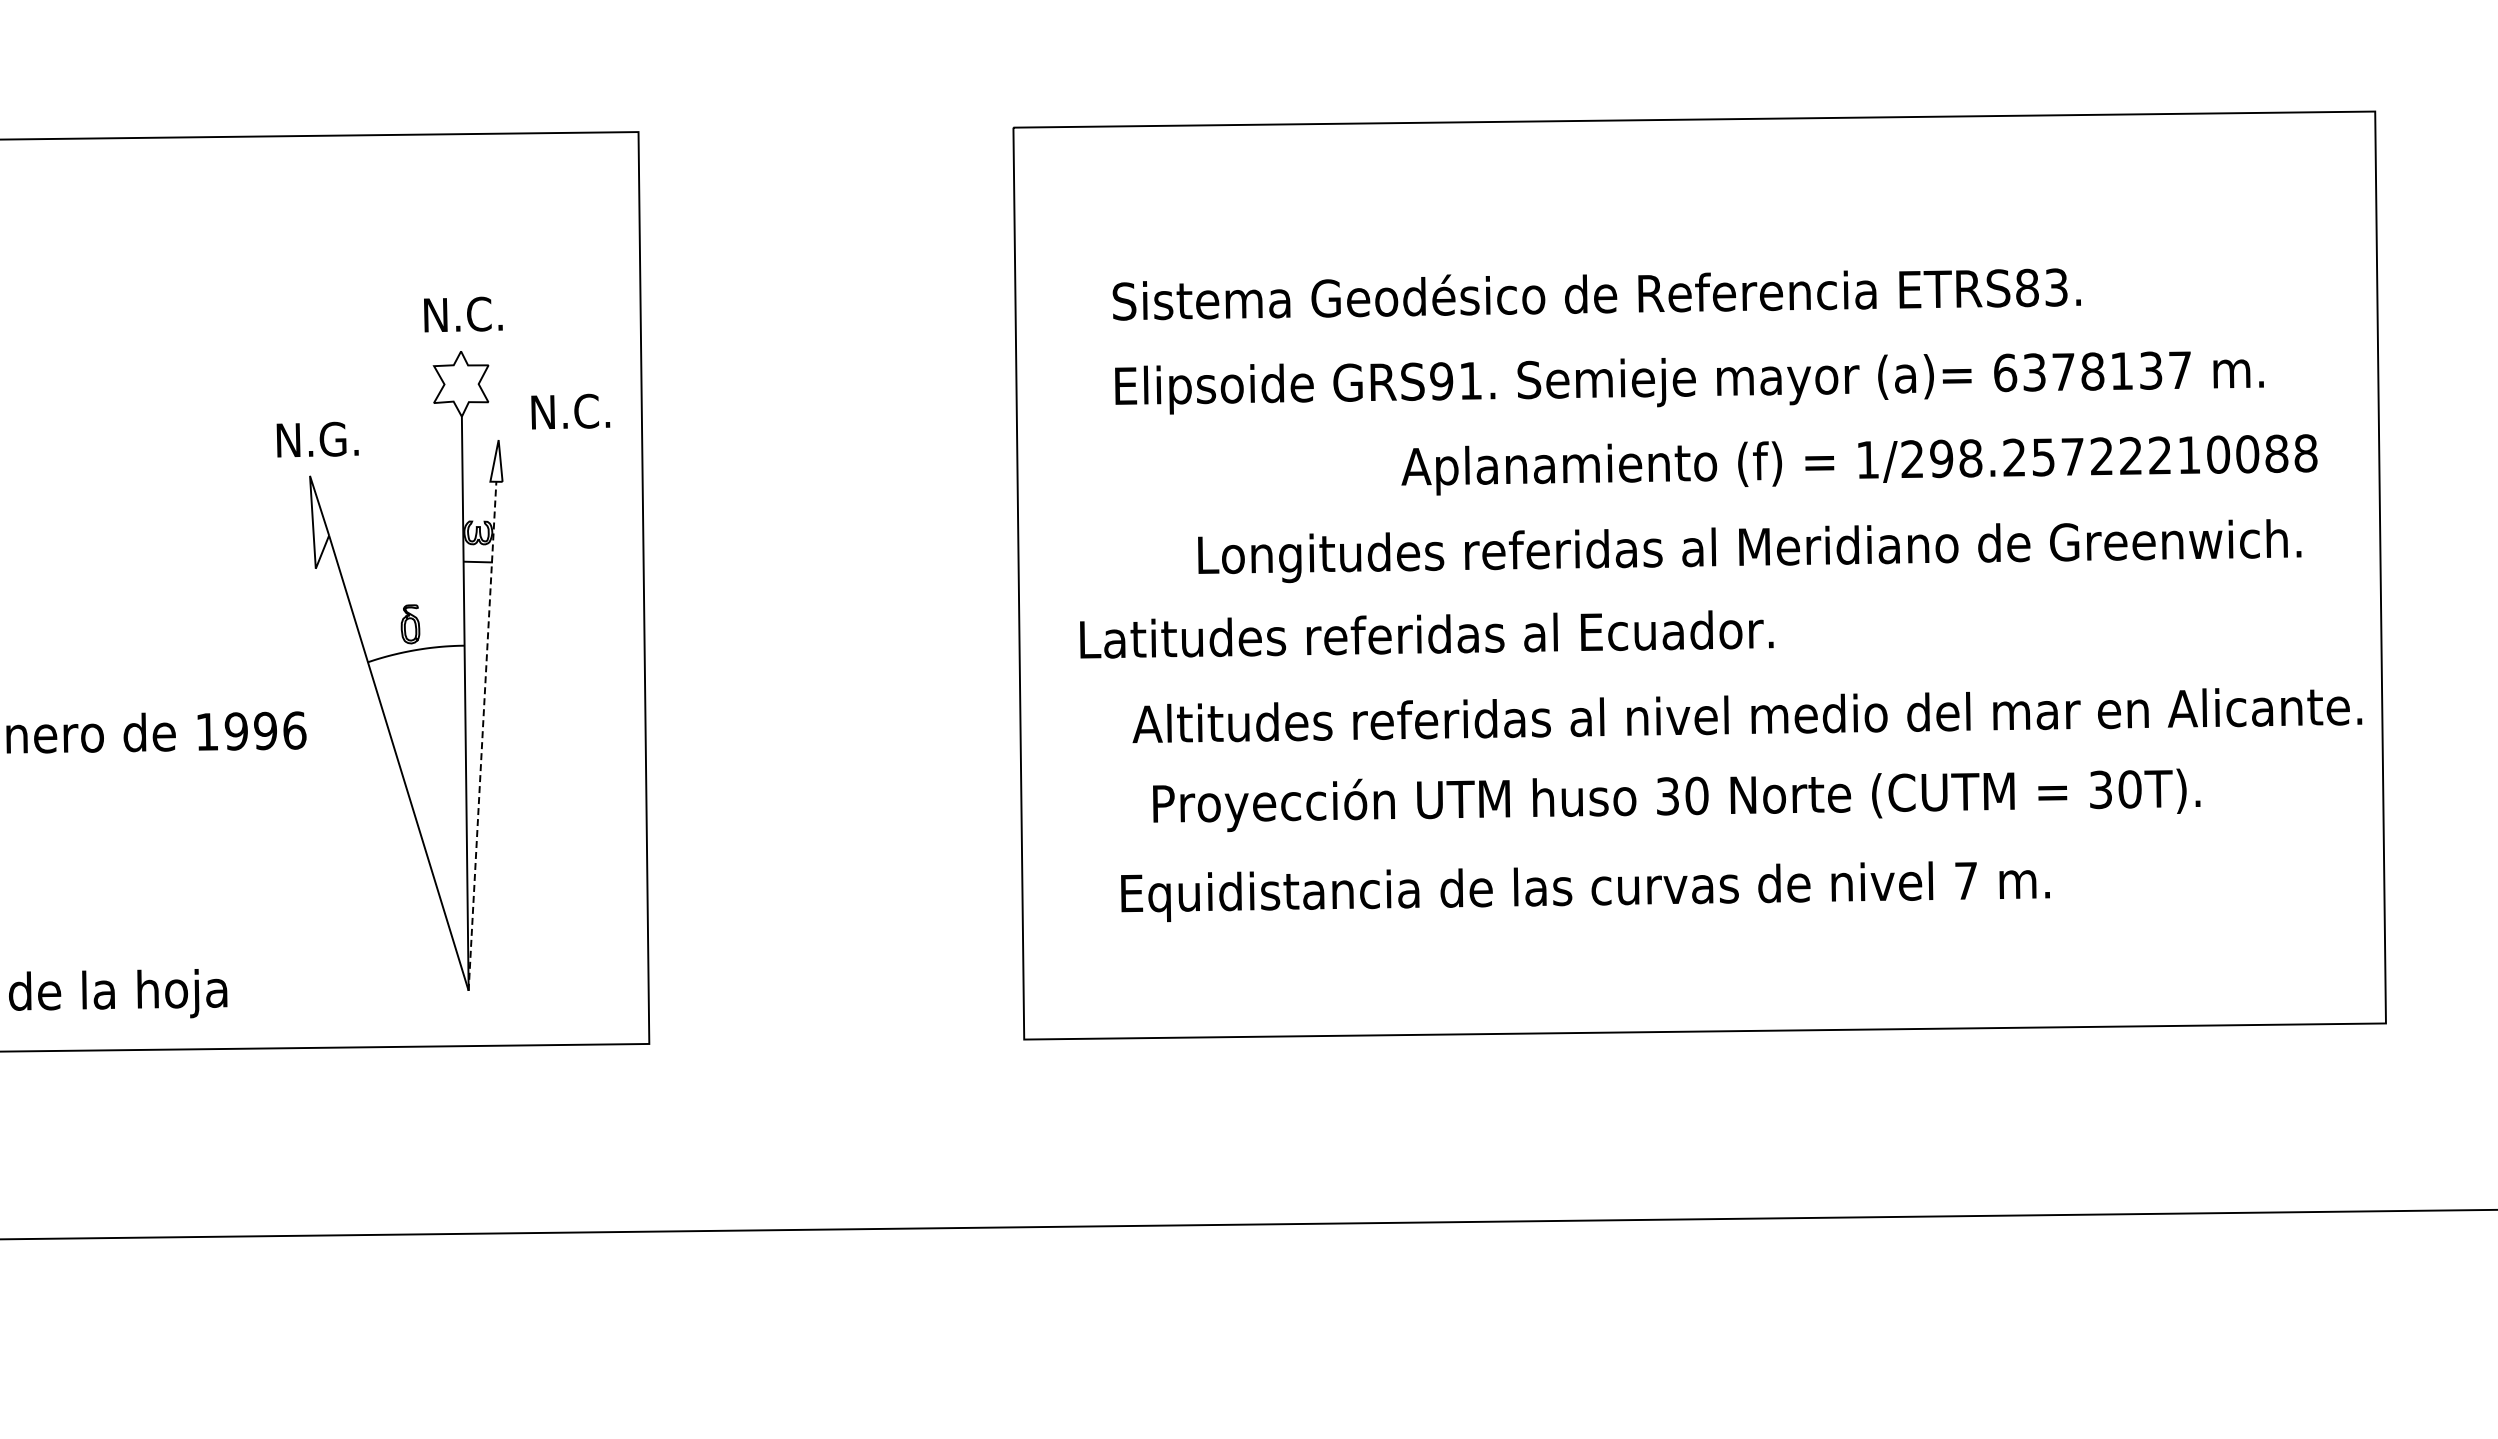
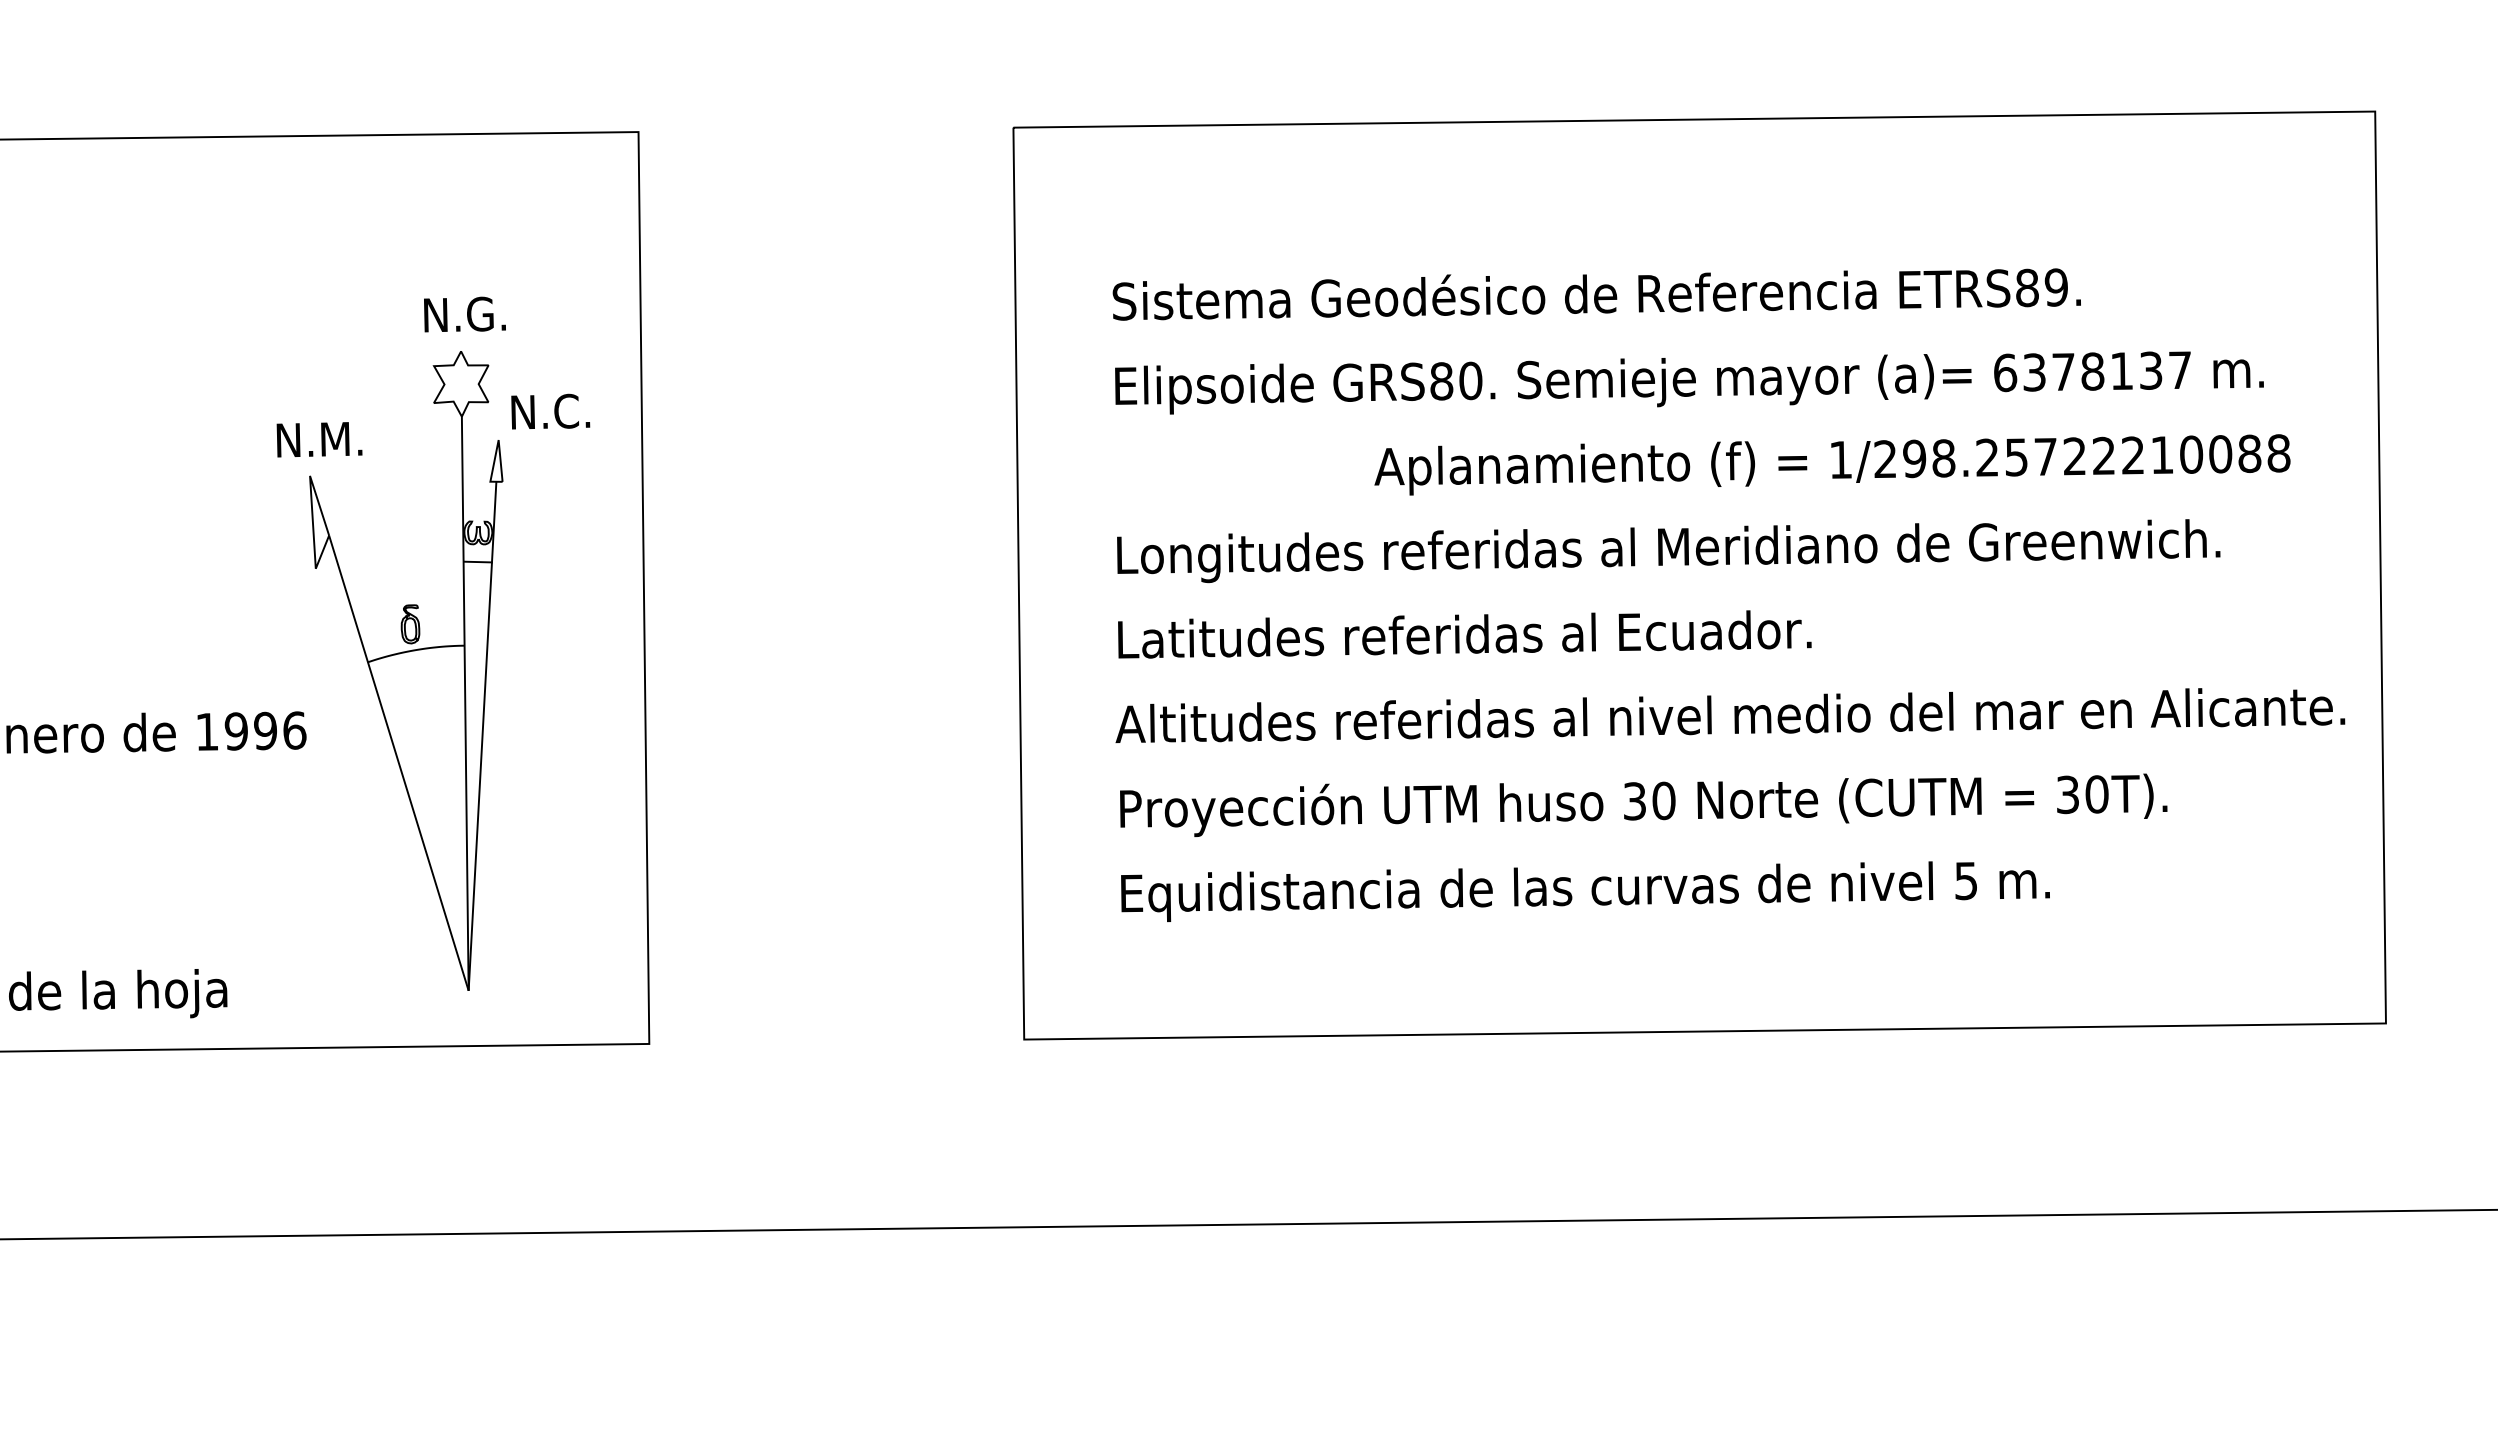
text at (2055, 287): ETRS83. -> ETRS89.
text at (488, 313): N.C. -> N.G.
text at (1456, 380): GRS91. -> GRS80.
text at (570, 411) position: (570, 411) -> (550, 411)
text at (340, 438): N.G. -> N.M.
text at (1859, 464) position: (1859, 464) -> (1832, 464)
text at (1749, 551) position: (1749, 551) -> (1668, 551)
text at (1426, 634) position: (1426, 634) -> (1464, 634)
text at (1747, 715) position: (1747, 715) -> (1730, 715)
line at (482, 736): dashed -> solid
text at (1676, 799) position: (1676, 799) -> (1643, 804)
text at (1965, 881): 7 -> 5
